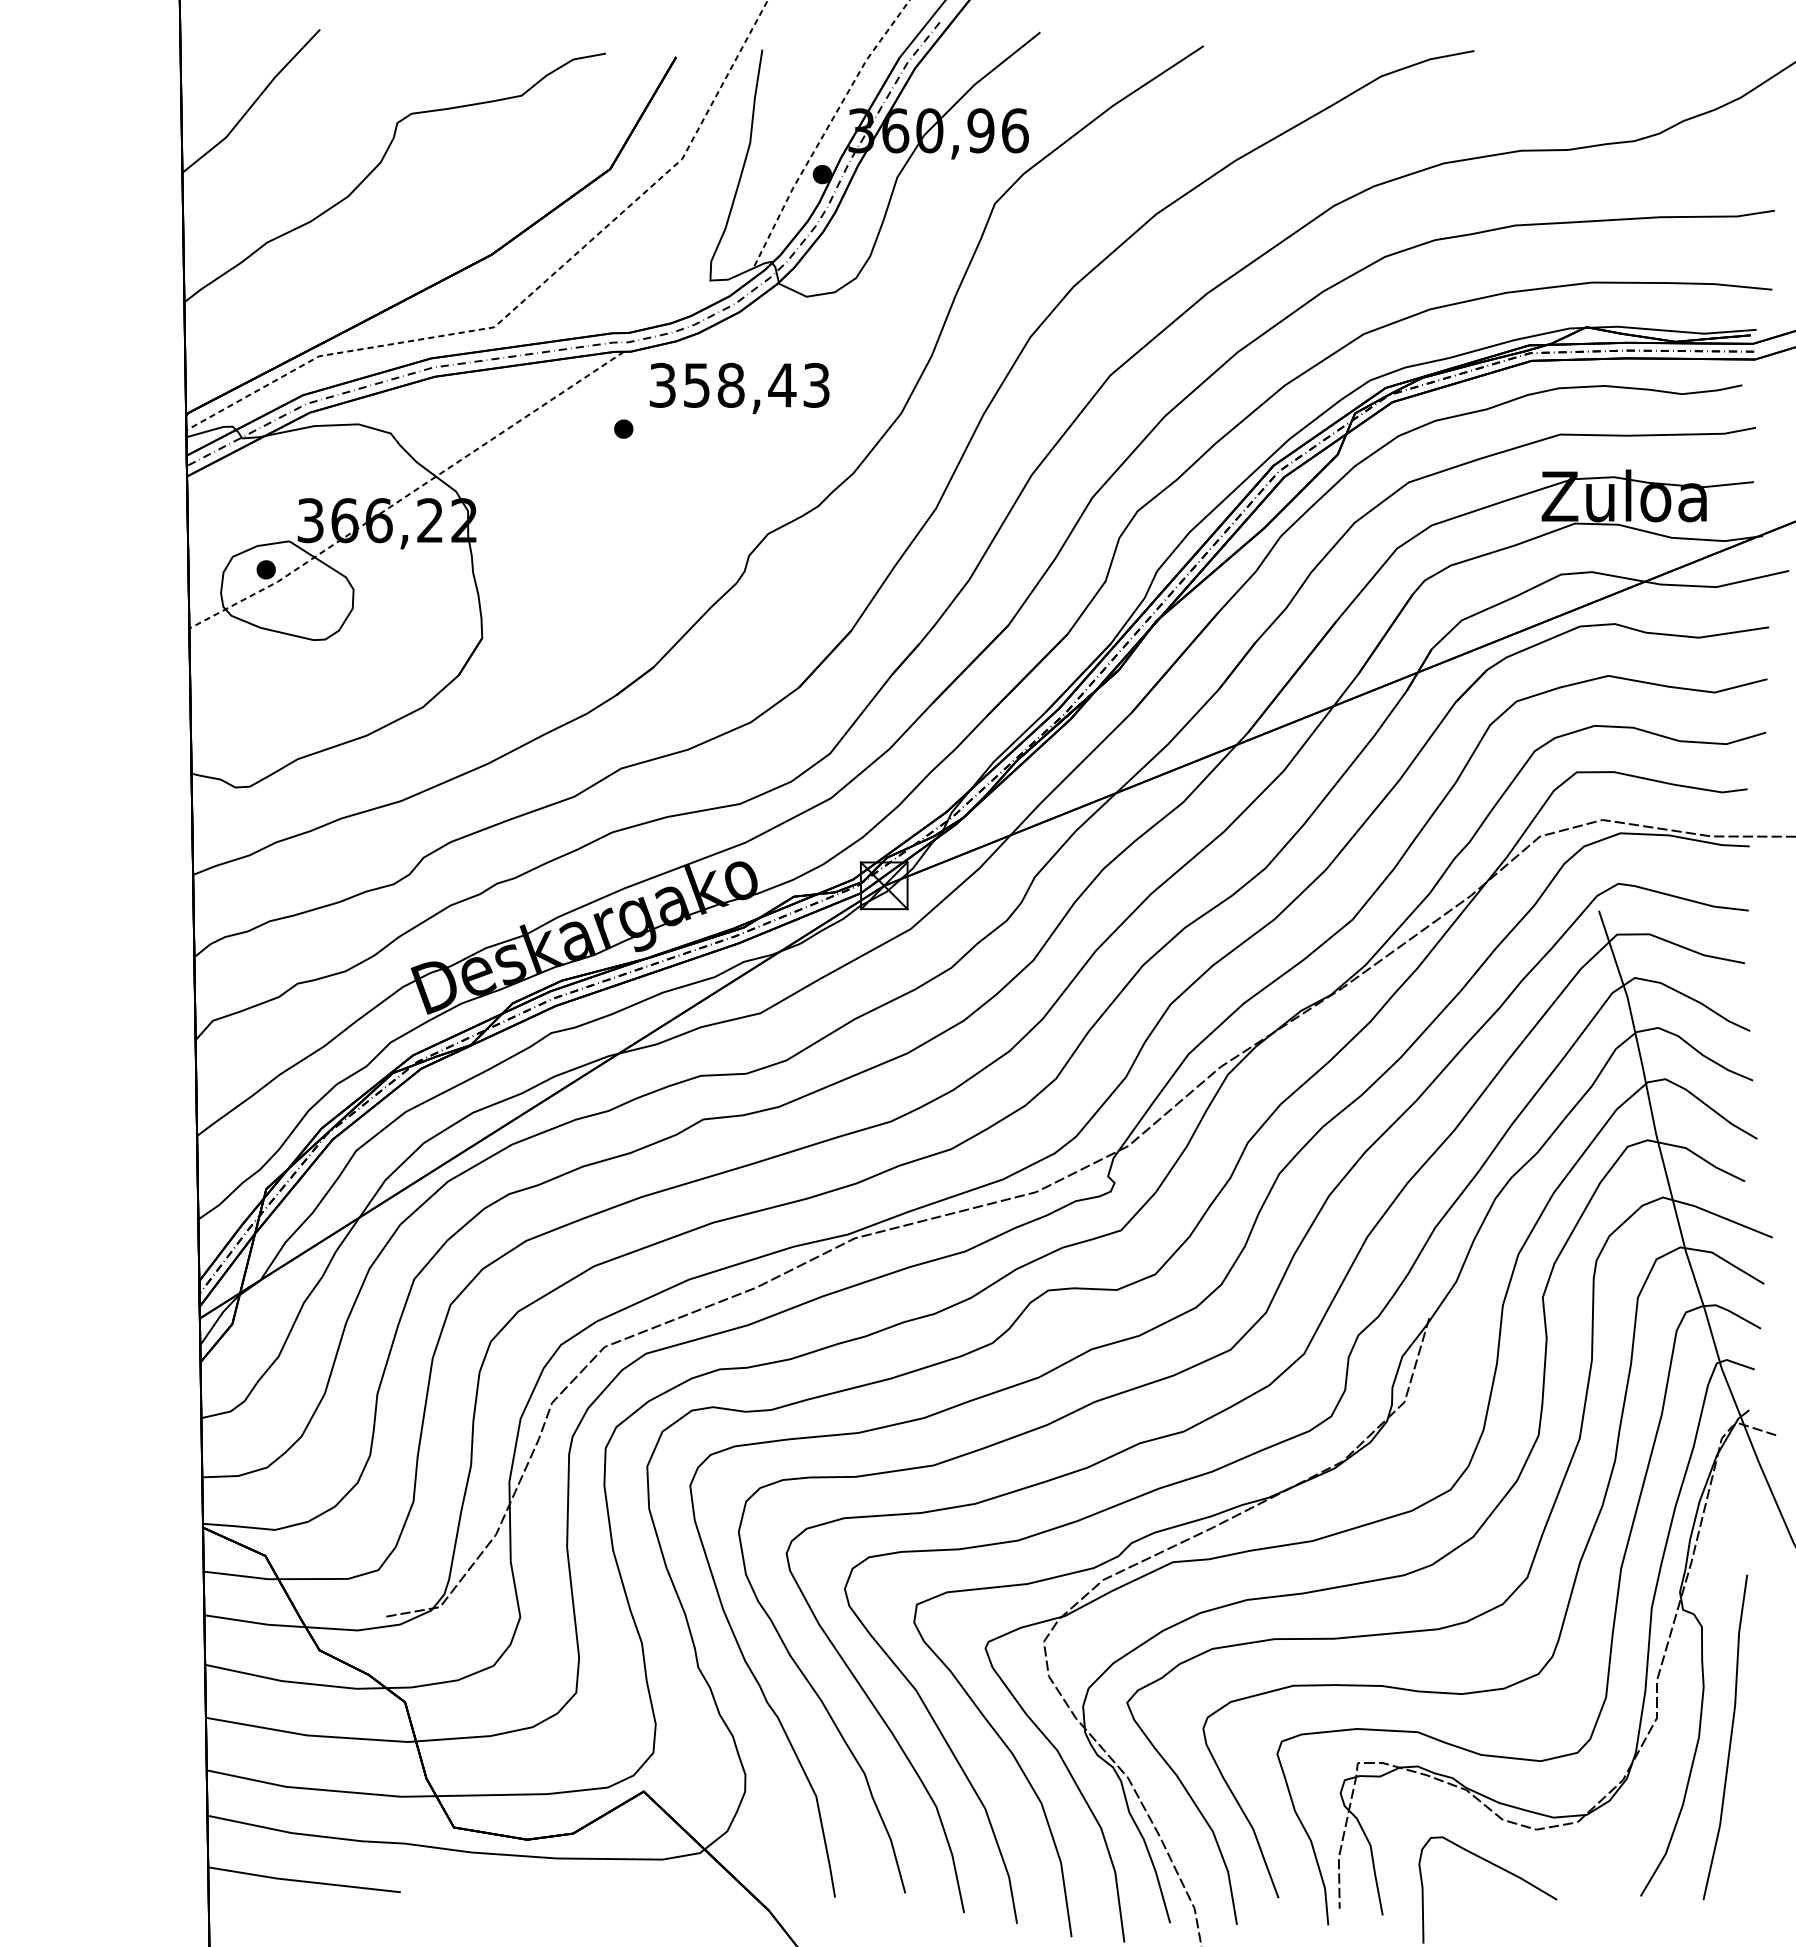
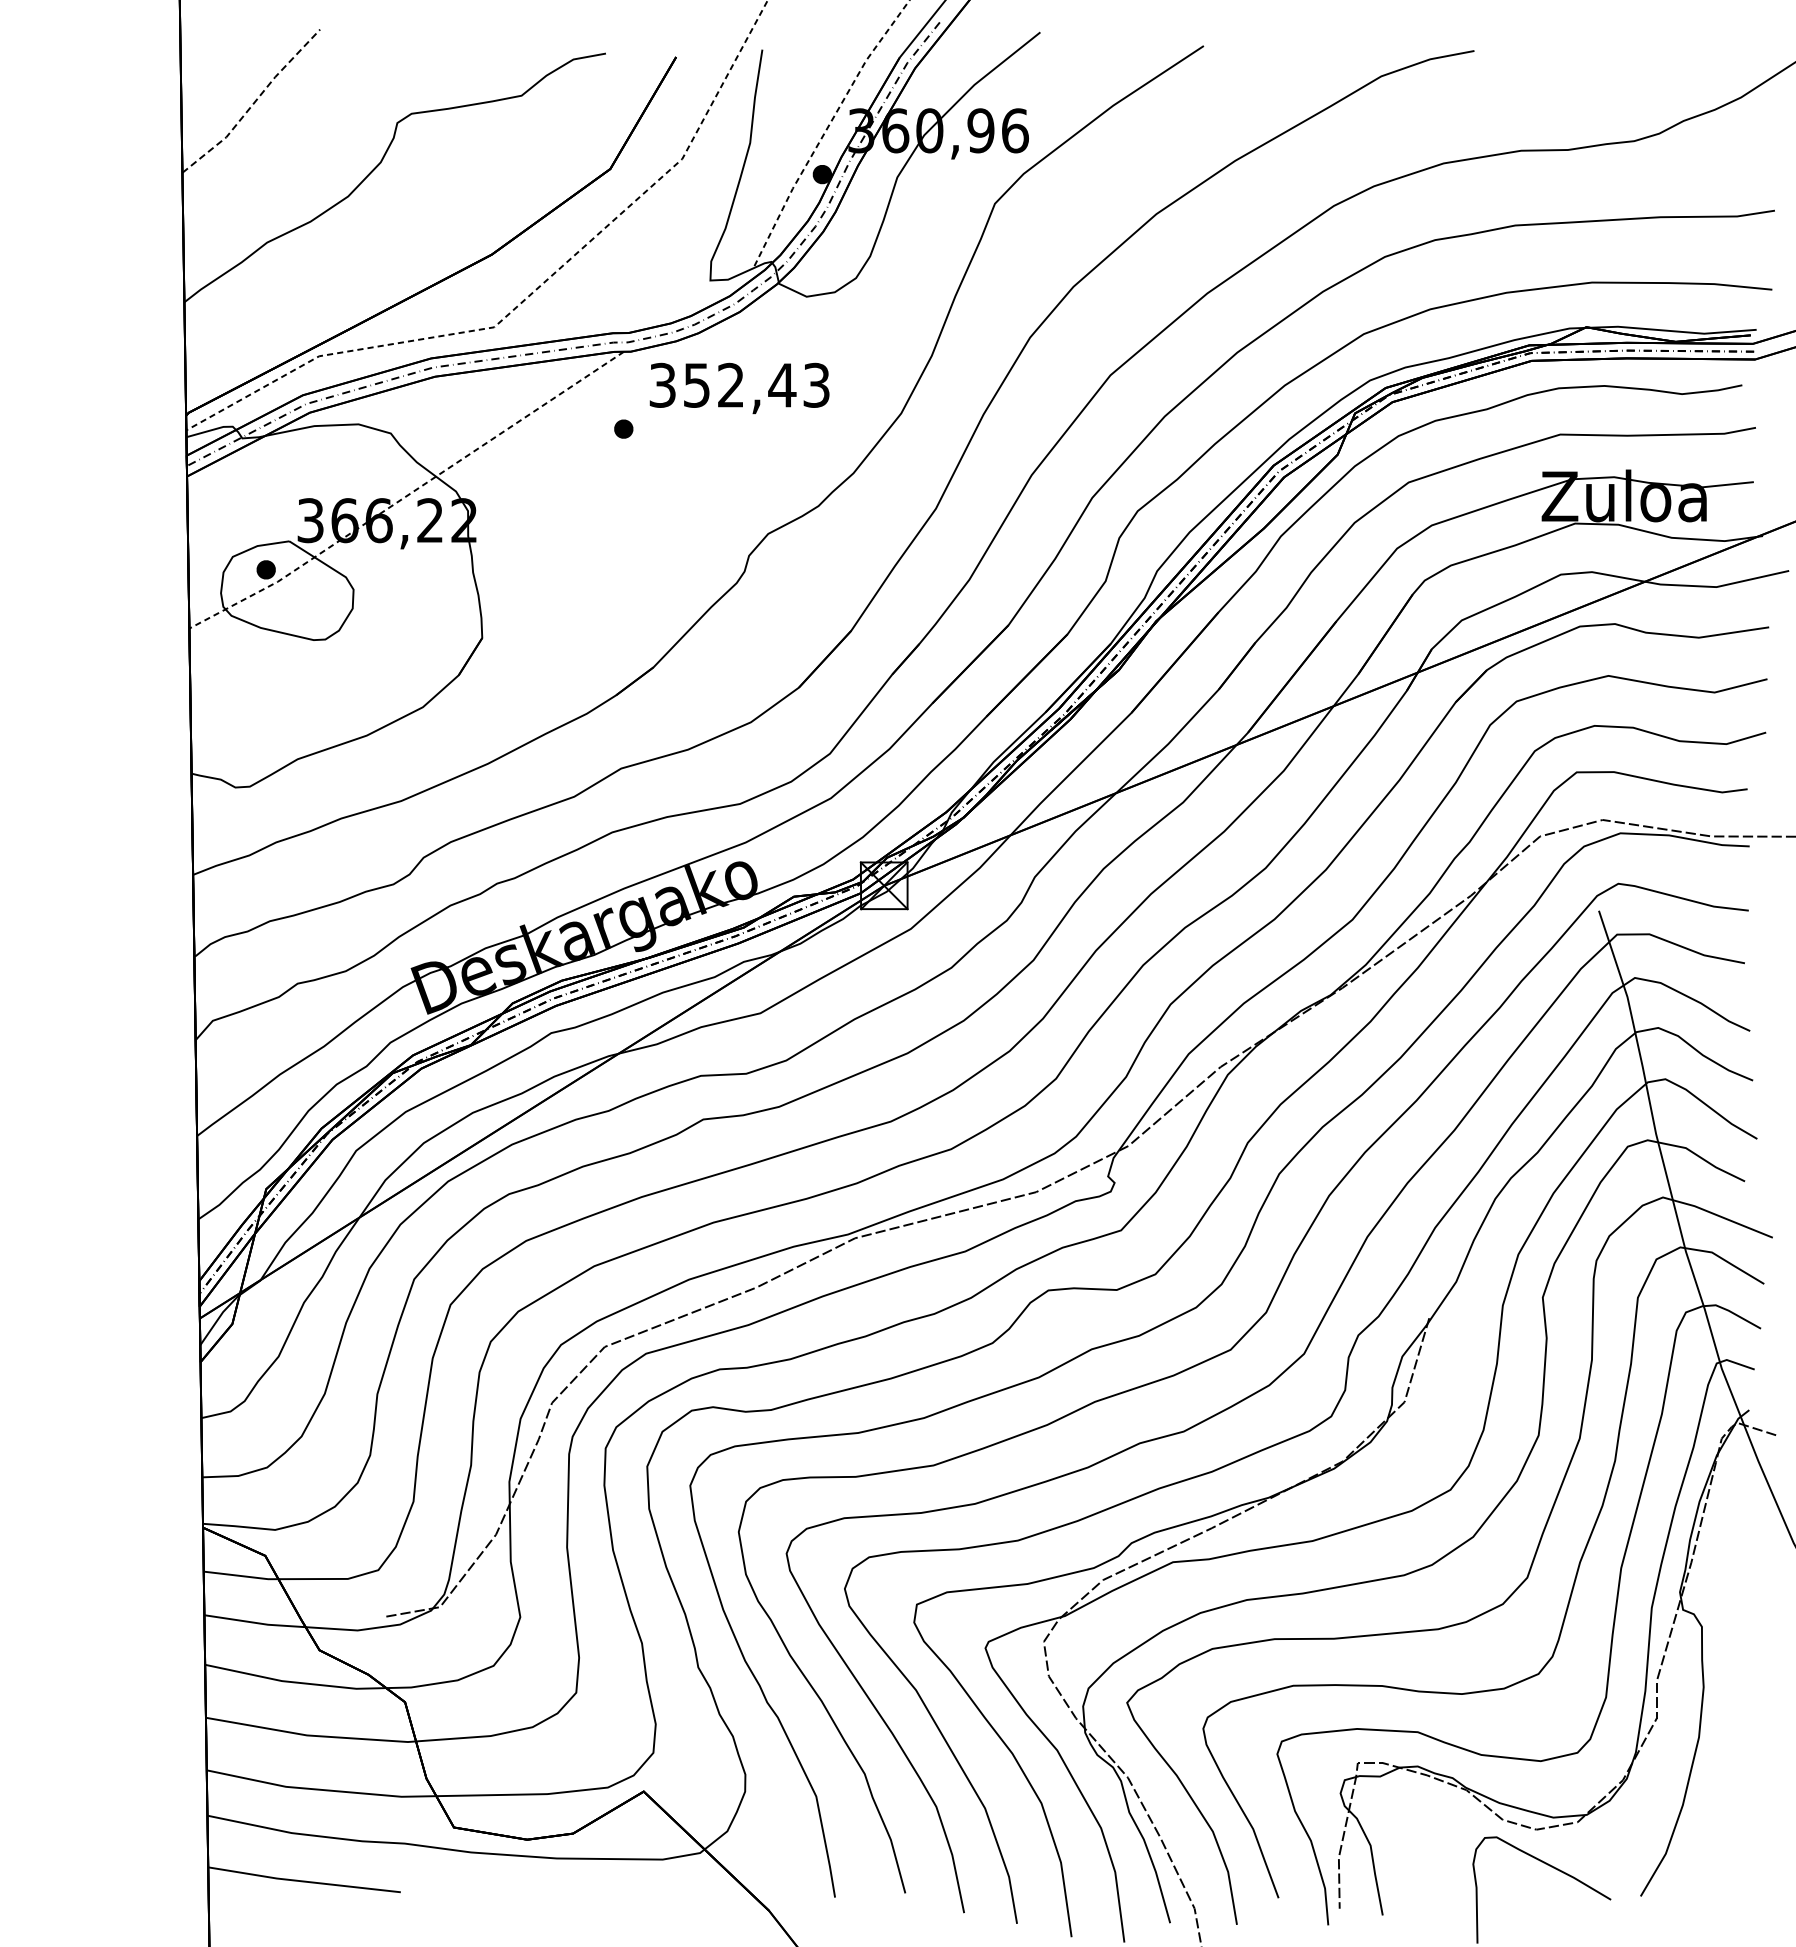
line at (253, 103): solid -> dashed
text at (730, 384): 358,43 -> 352,43
line at (1730, 1737): present -> none
curve at (1497, 1867) position: (1497, 1867) -> (1551, 1867)
